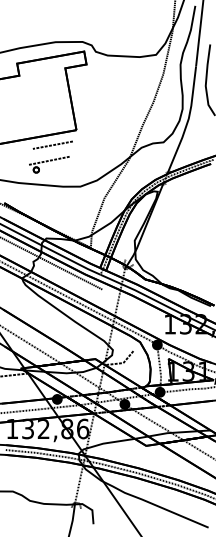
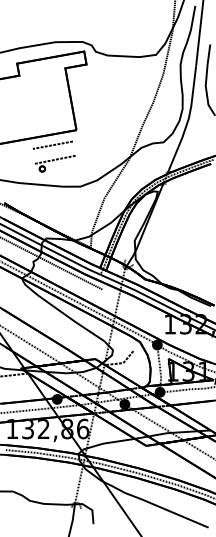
part at (49, 164) position: (49, 164) -> (55, 163)
